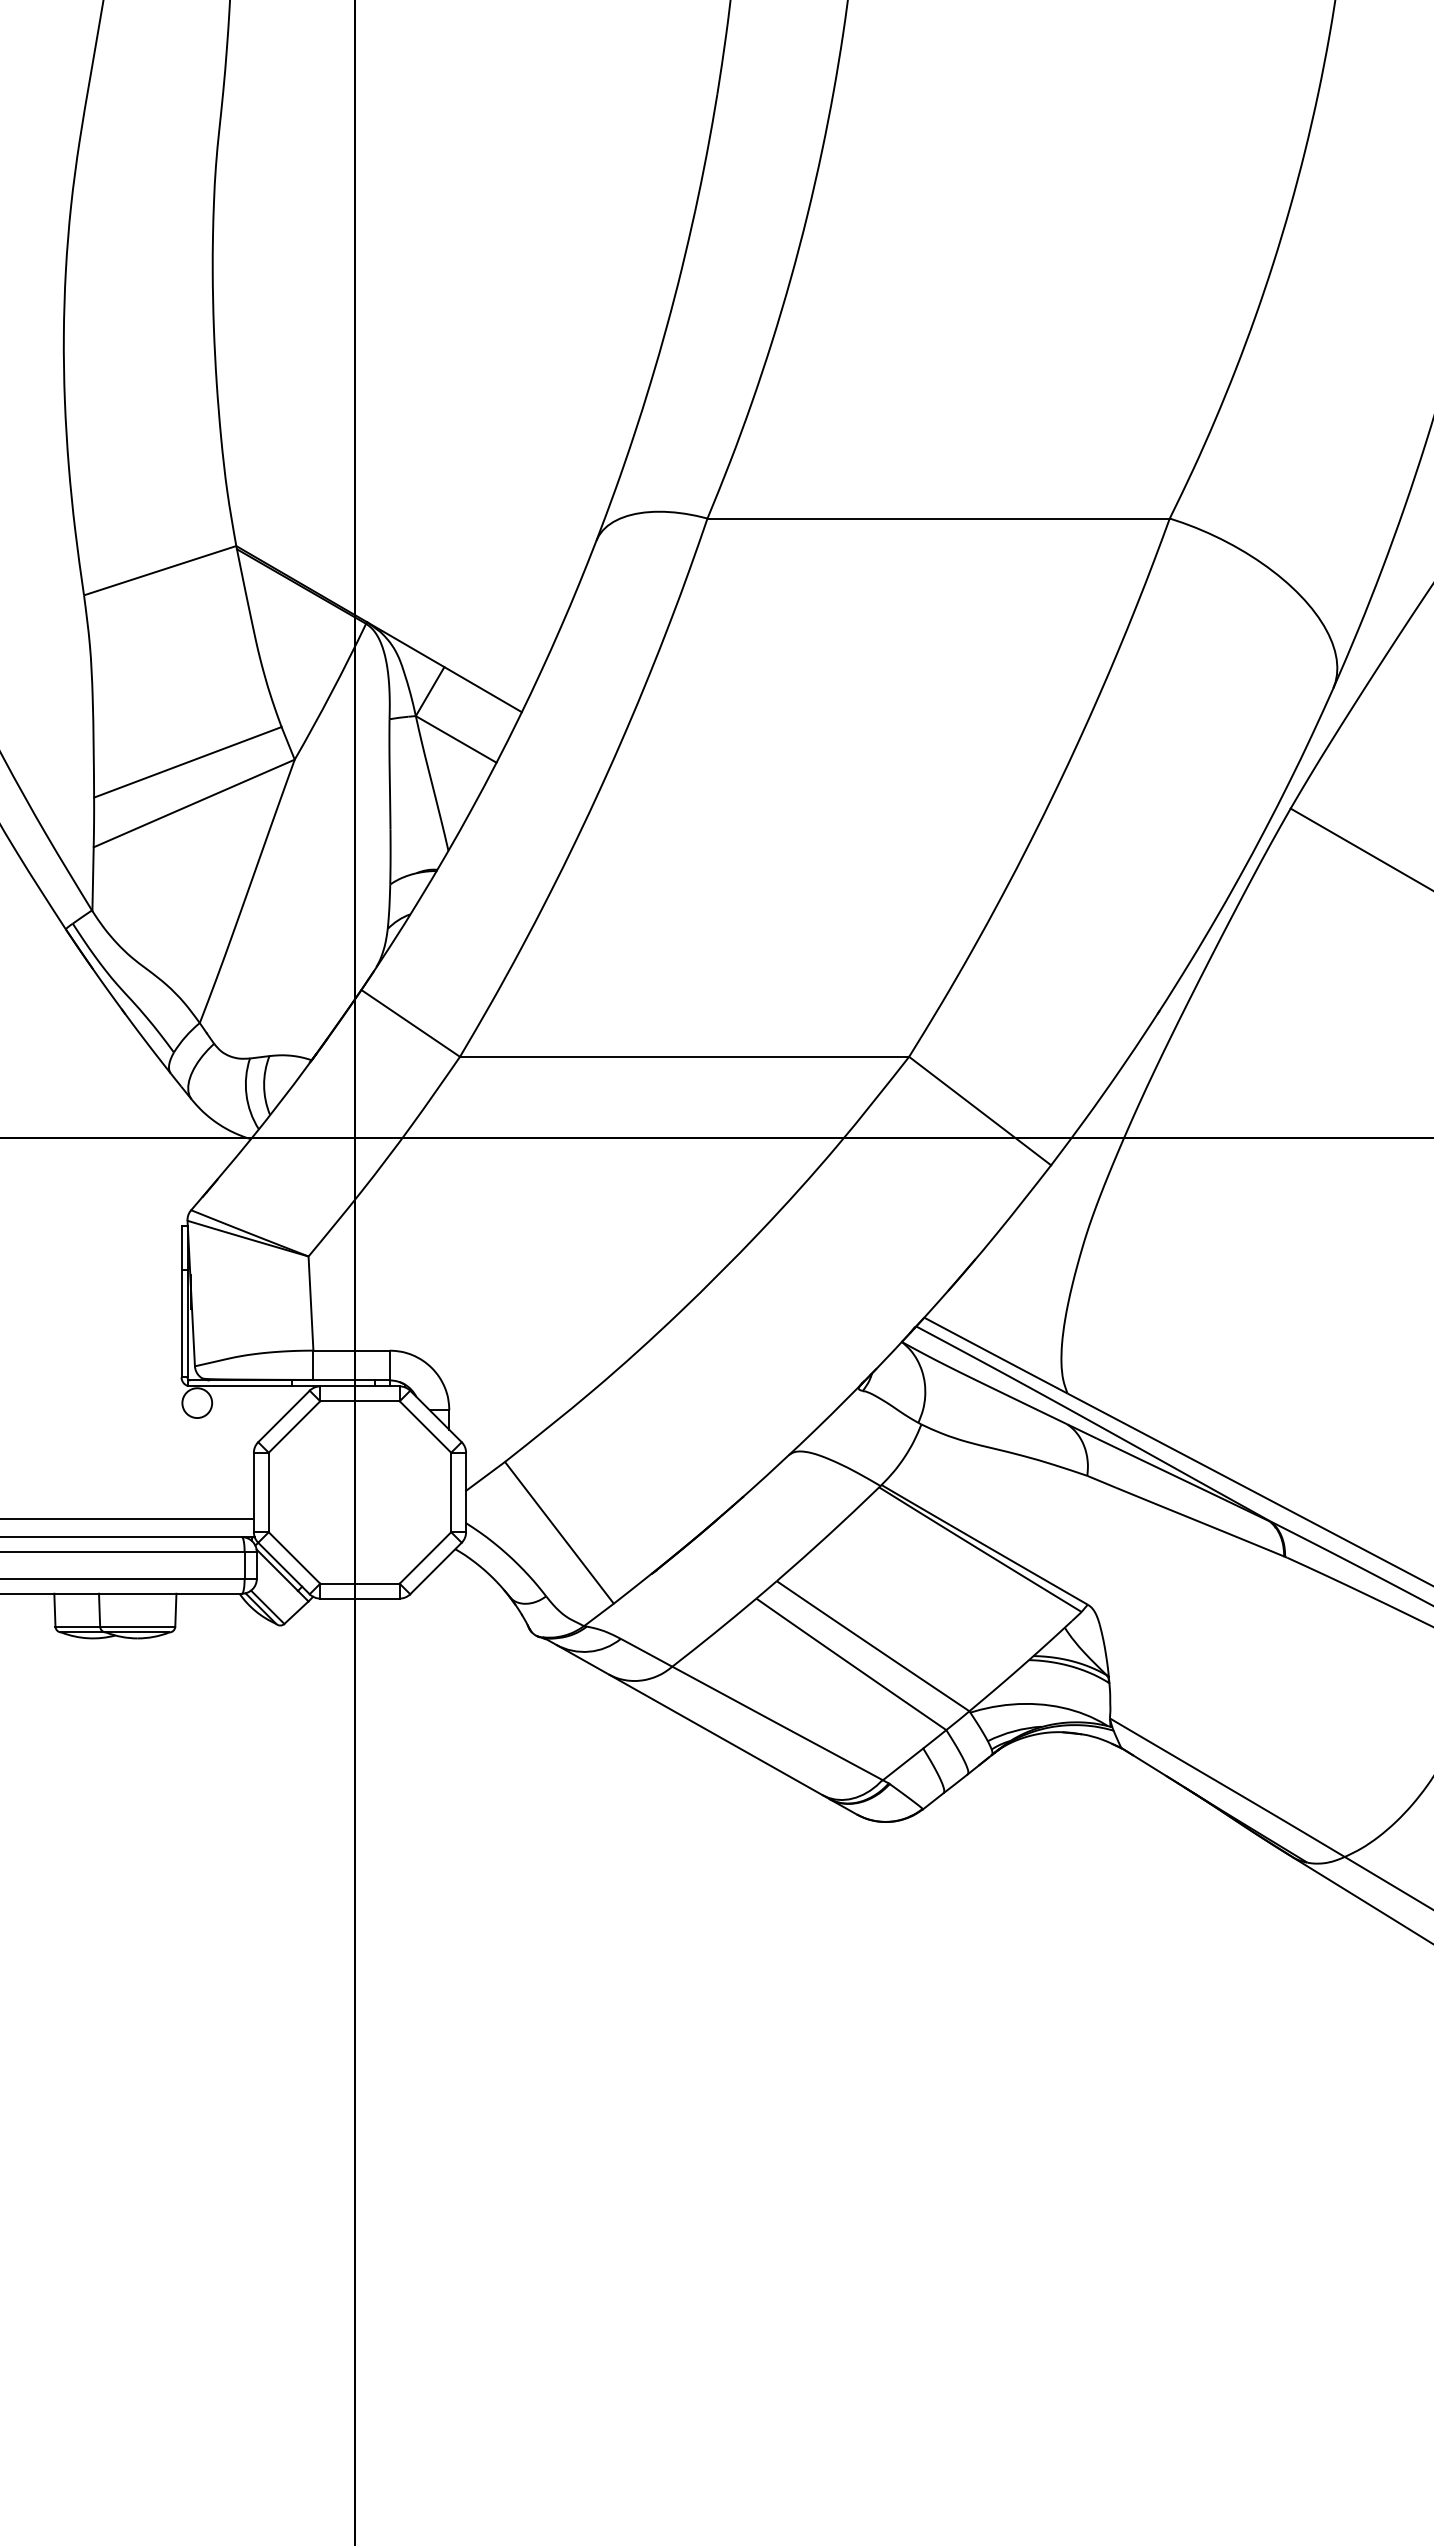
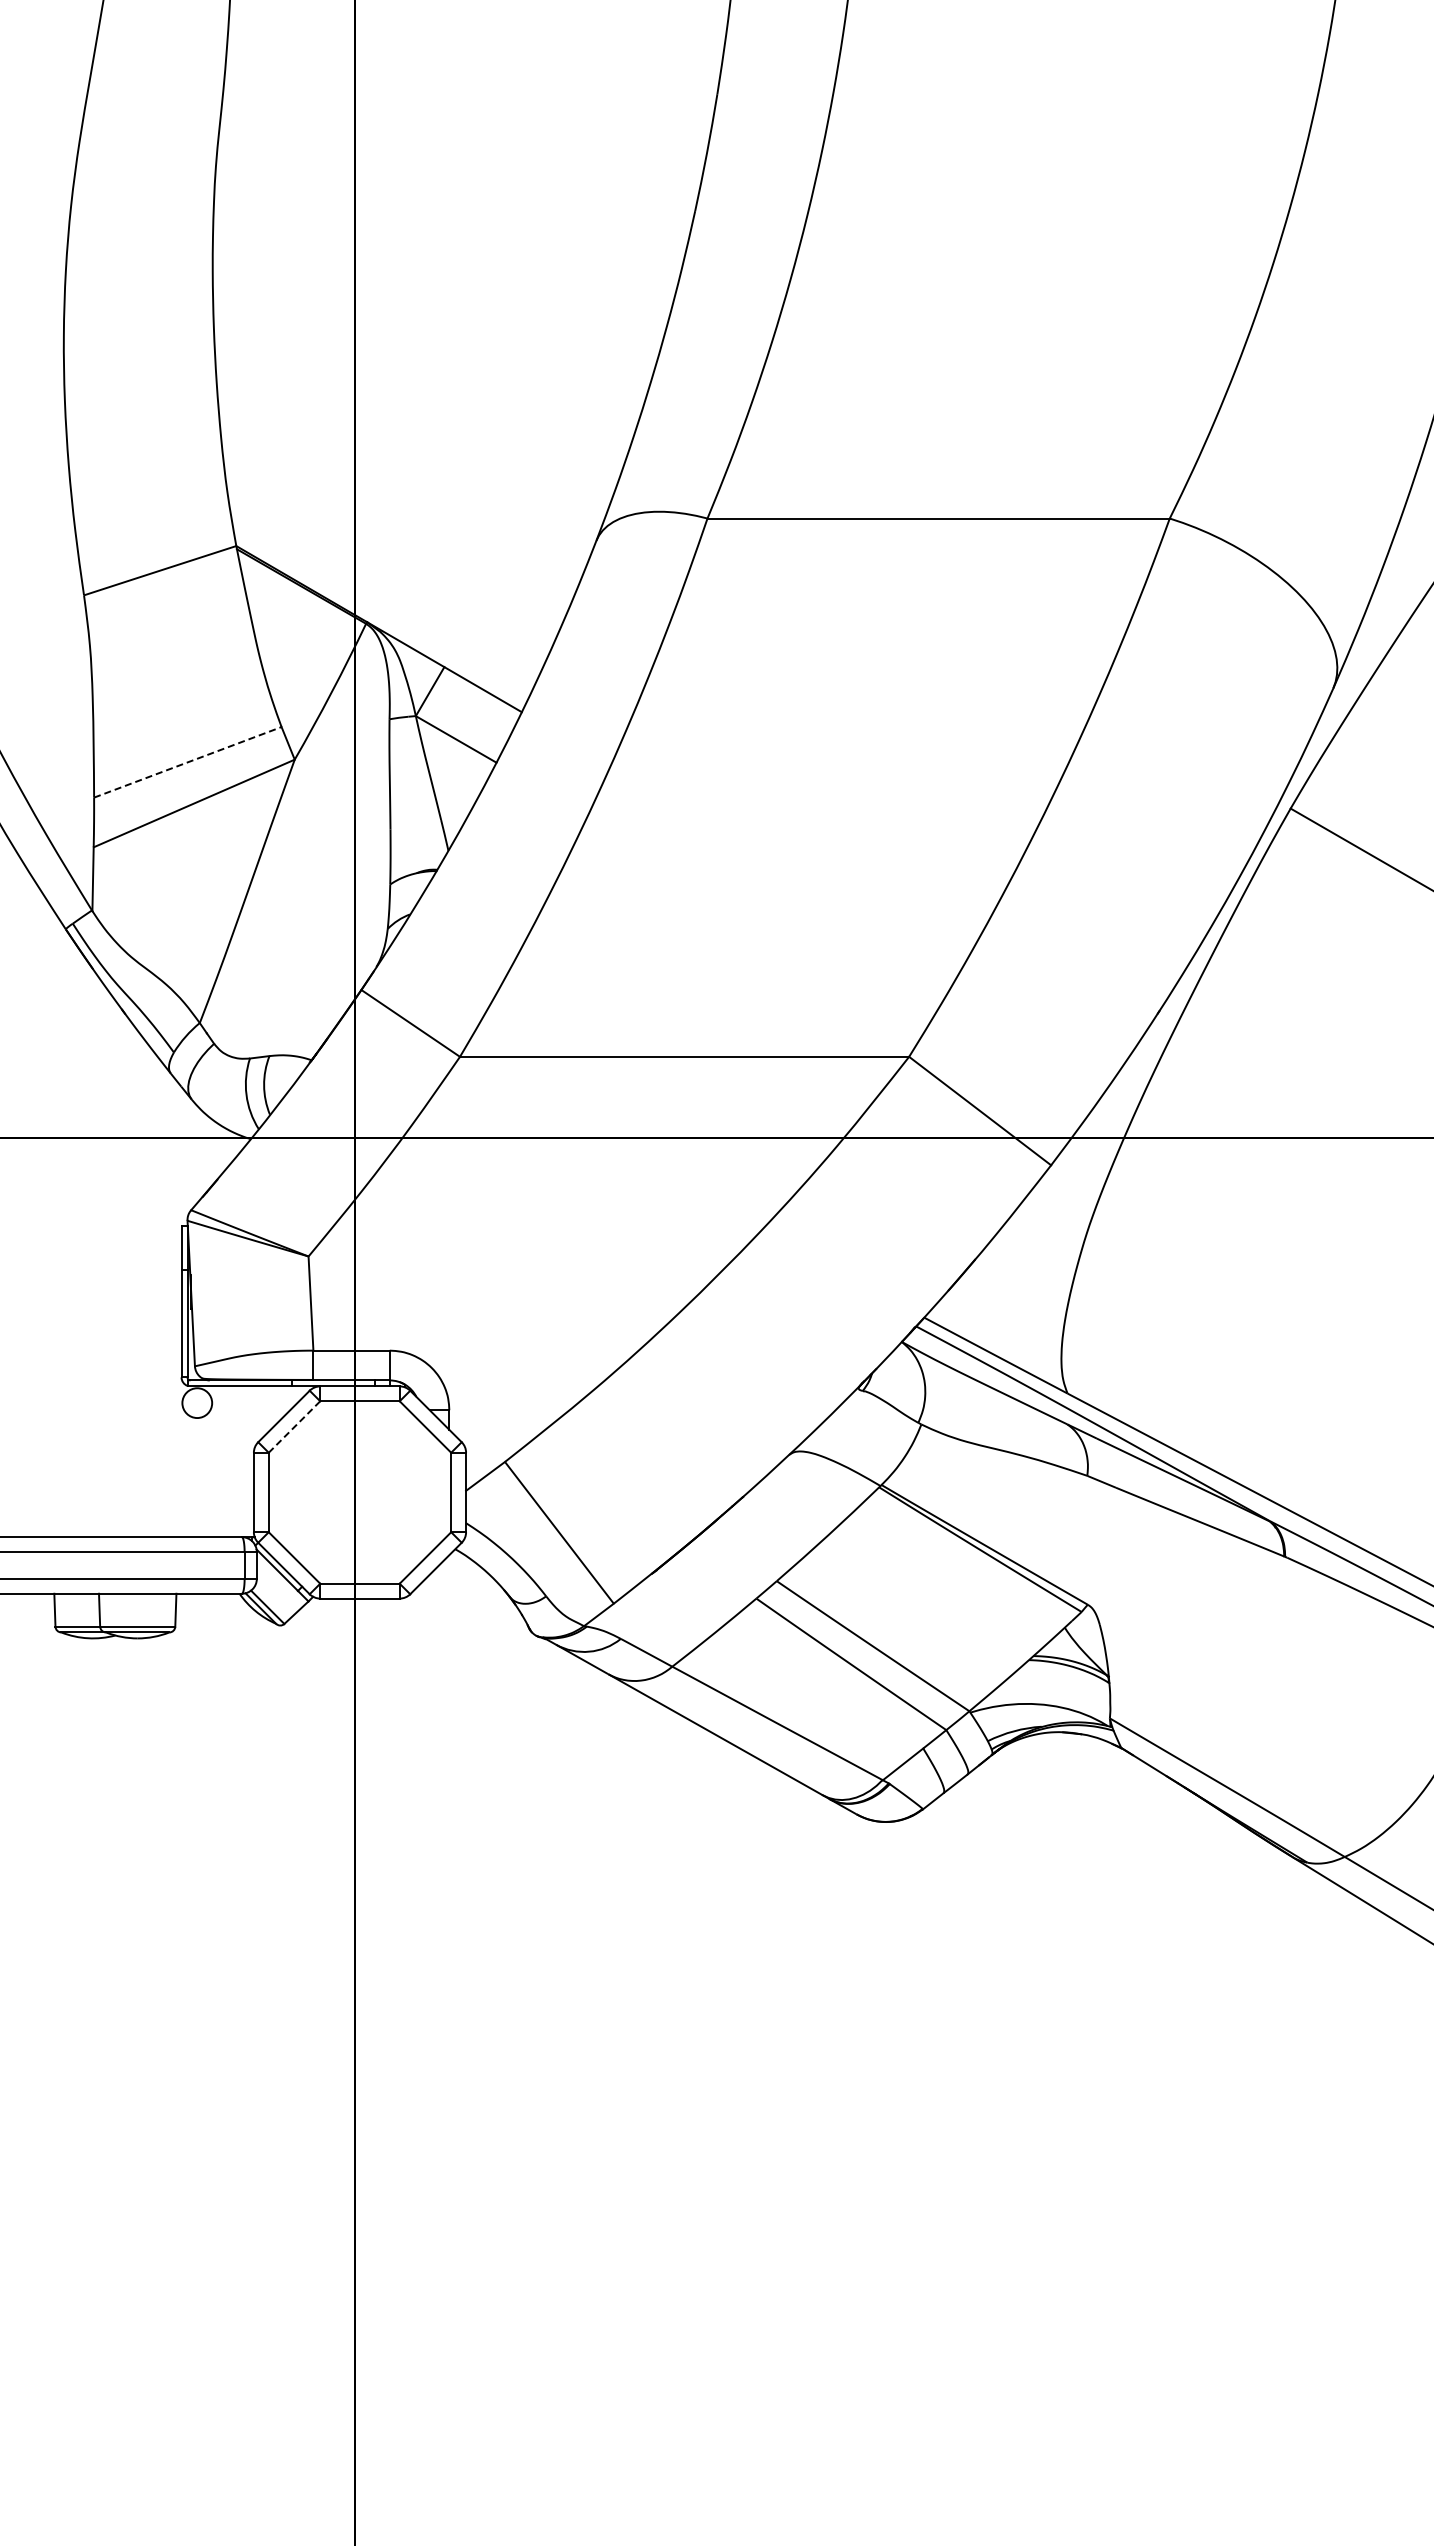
line at (188, 762): solid -> dashed
line at (294, 1427): solid -> dashed
line at (127, 1519): present -> none
